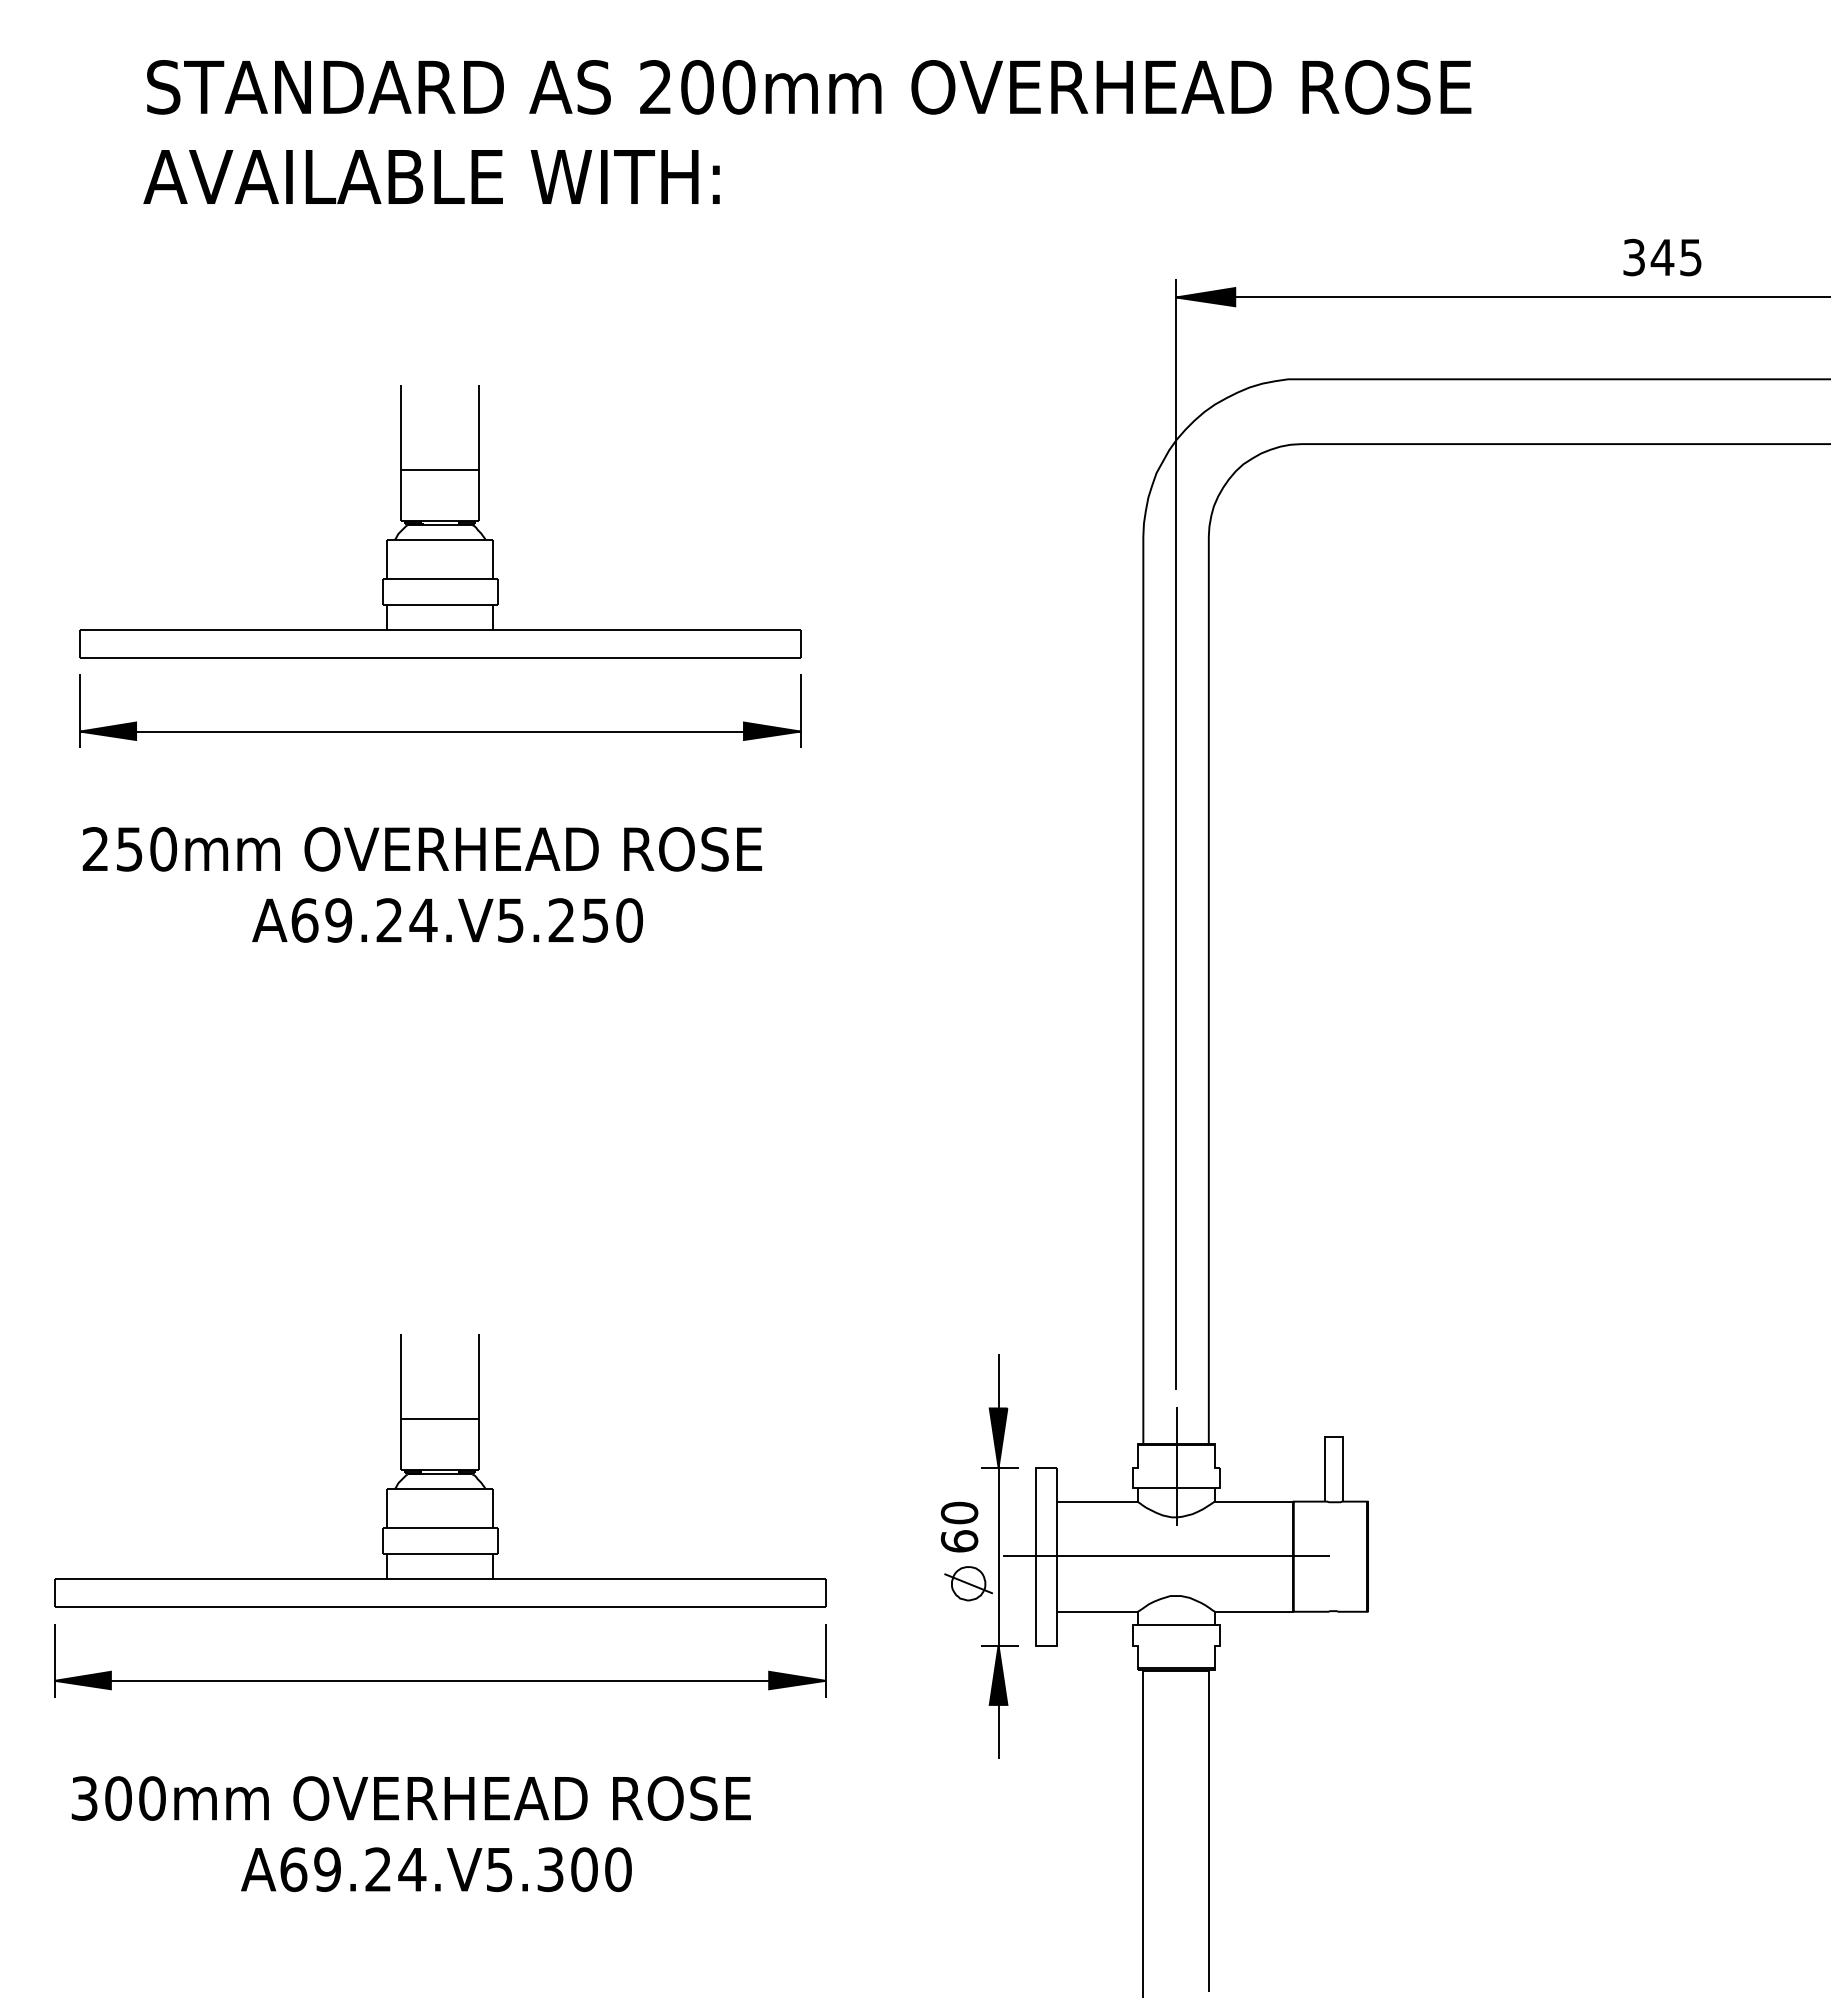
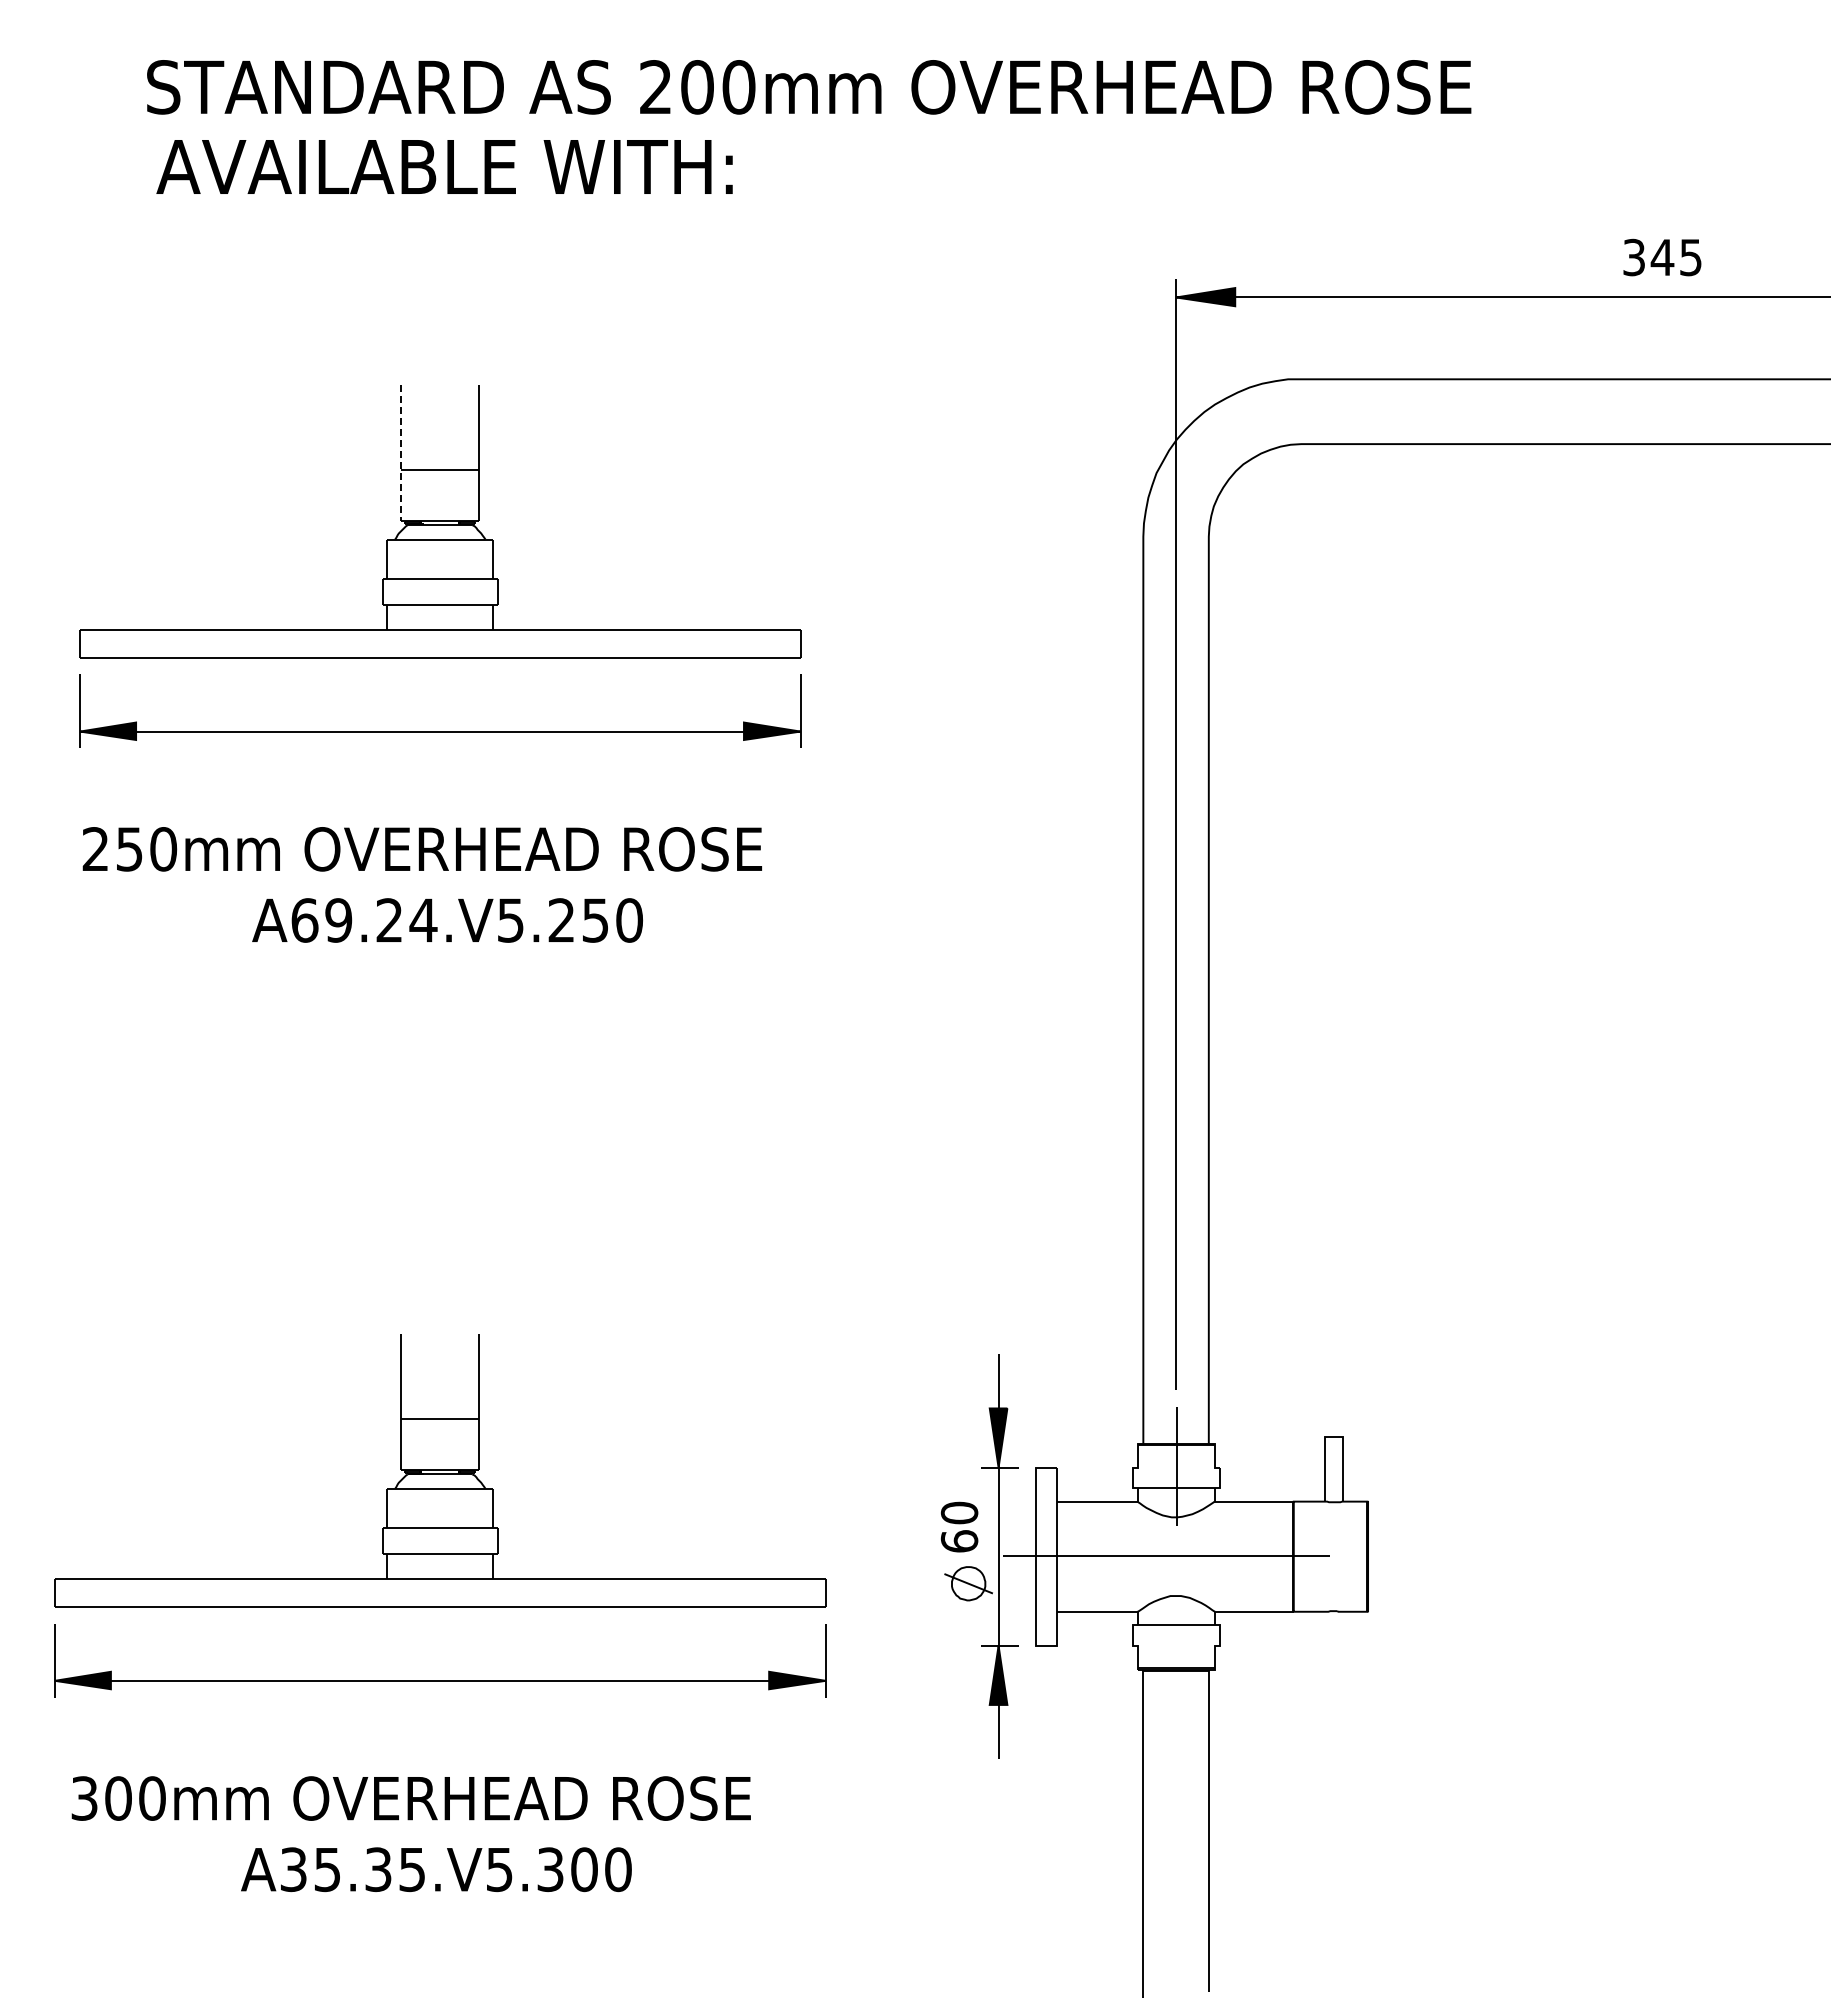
text at (431, 176) position: (431, 176) -> (444, 166)
line at (400, 453): solid -> dashed
text at (353, 1869): A69.24.V5.300 -> A35.35.V5.300
